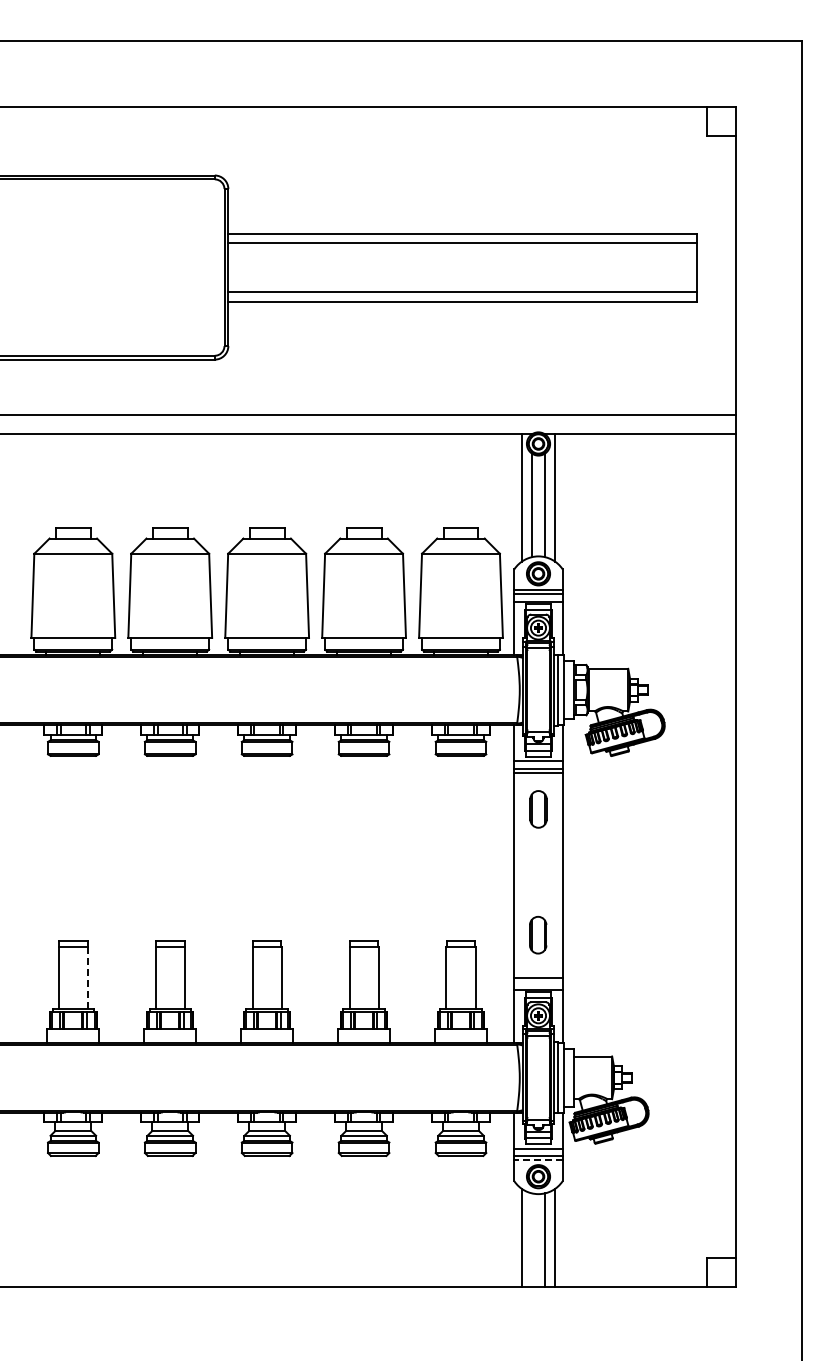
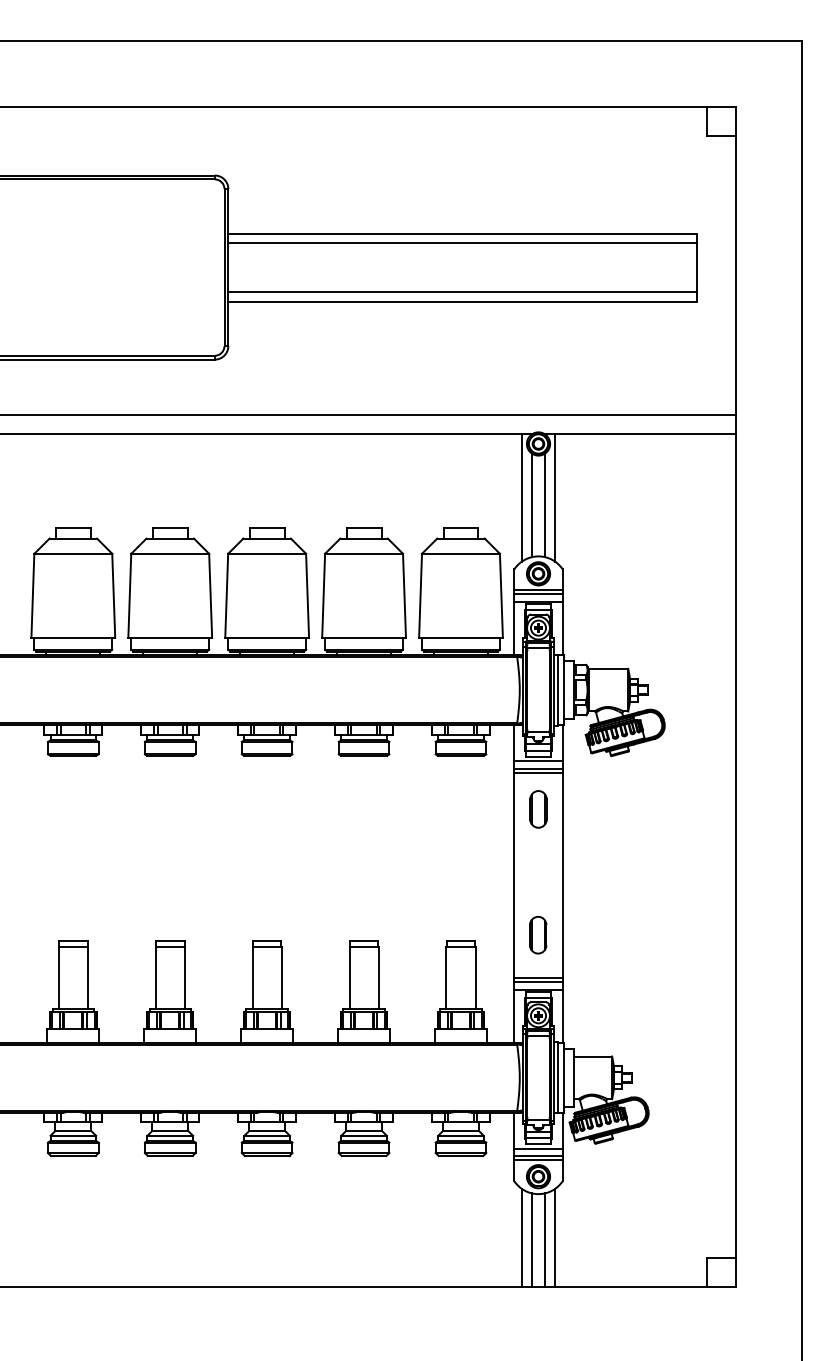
line at (87, 978): dashed -> solid
line at (538, 981): none -> present
line at (538, 1160): dashed -> solid
line at (531, 1240): none -> present
